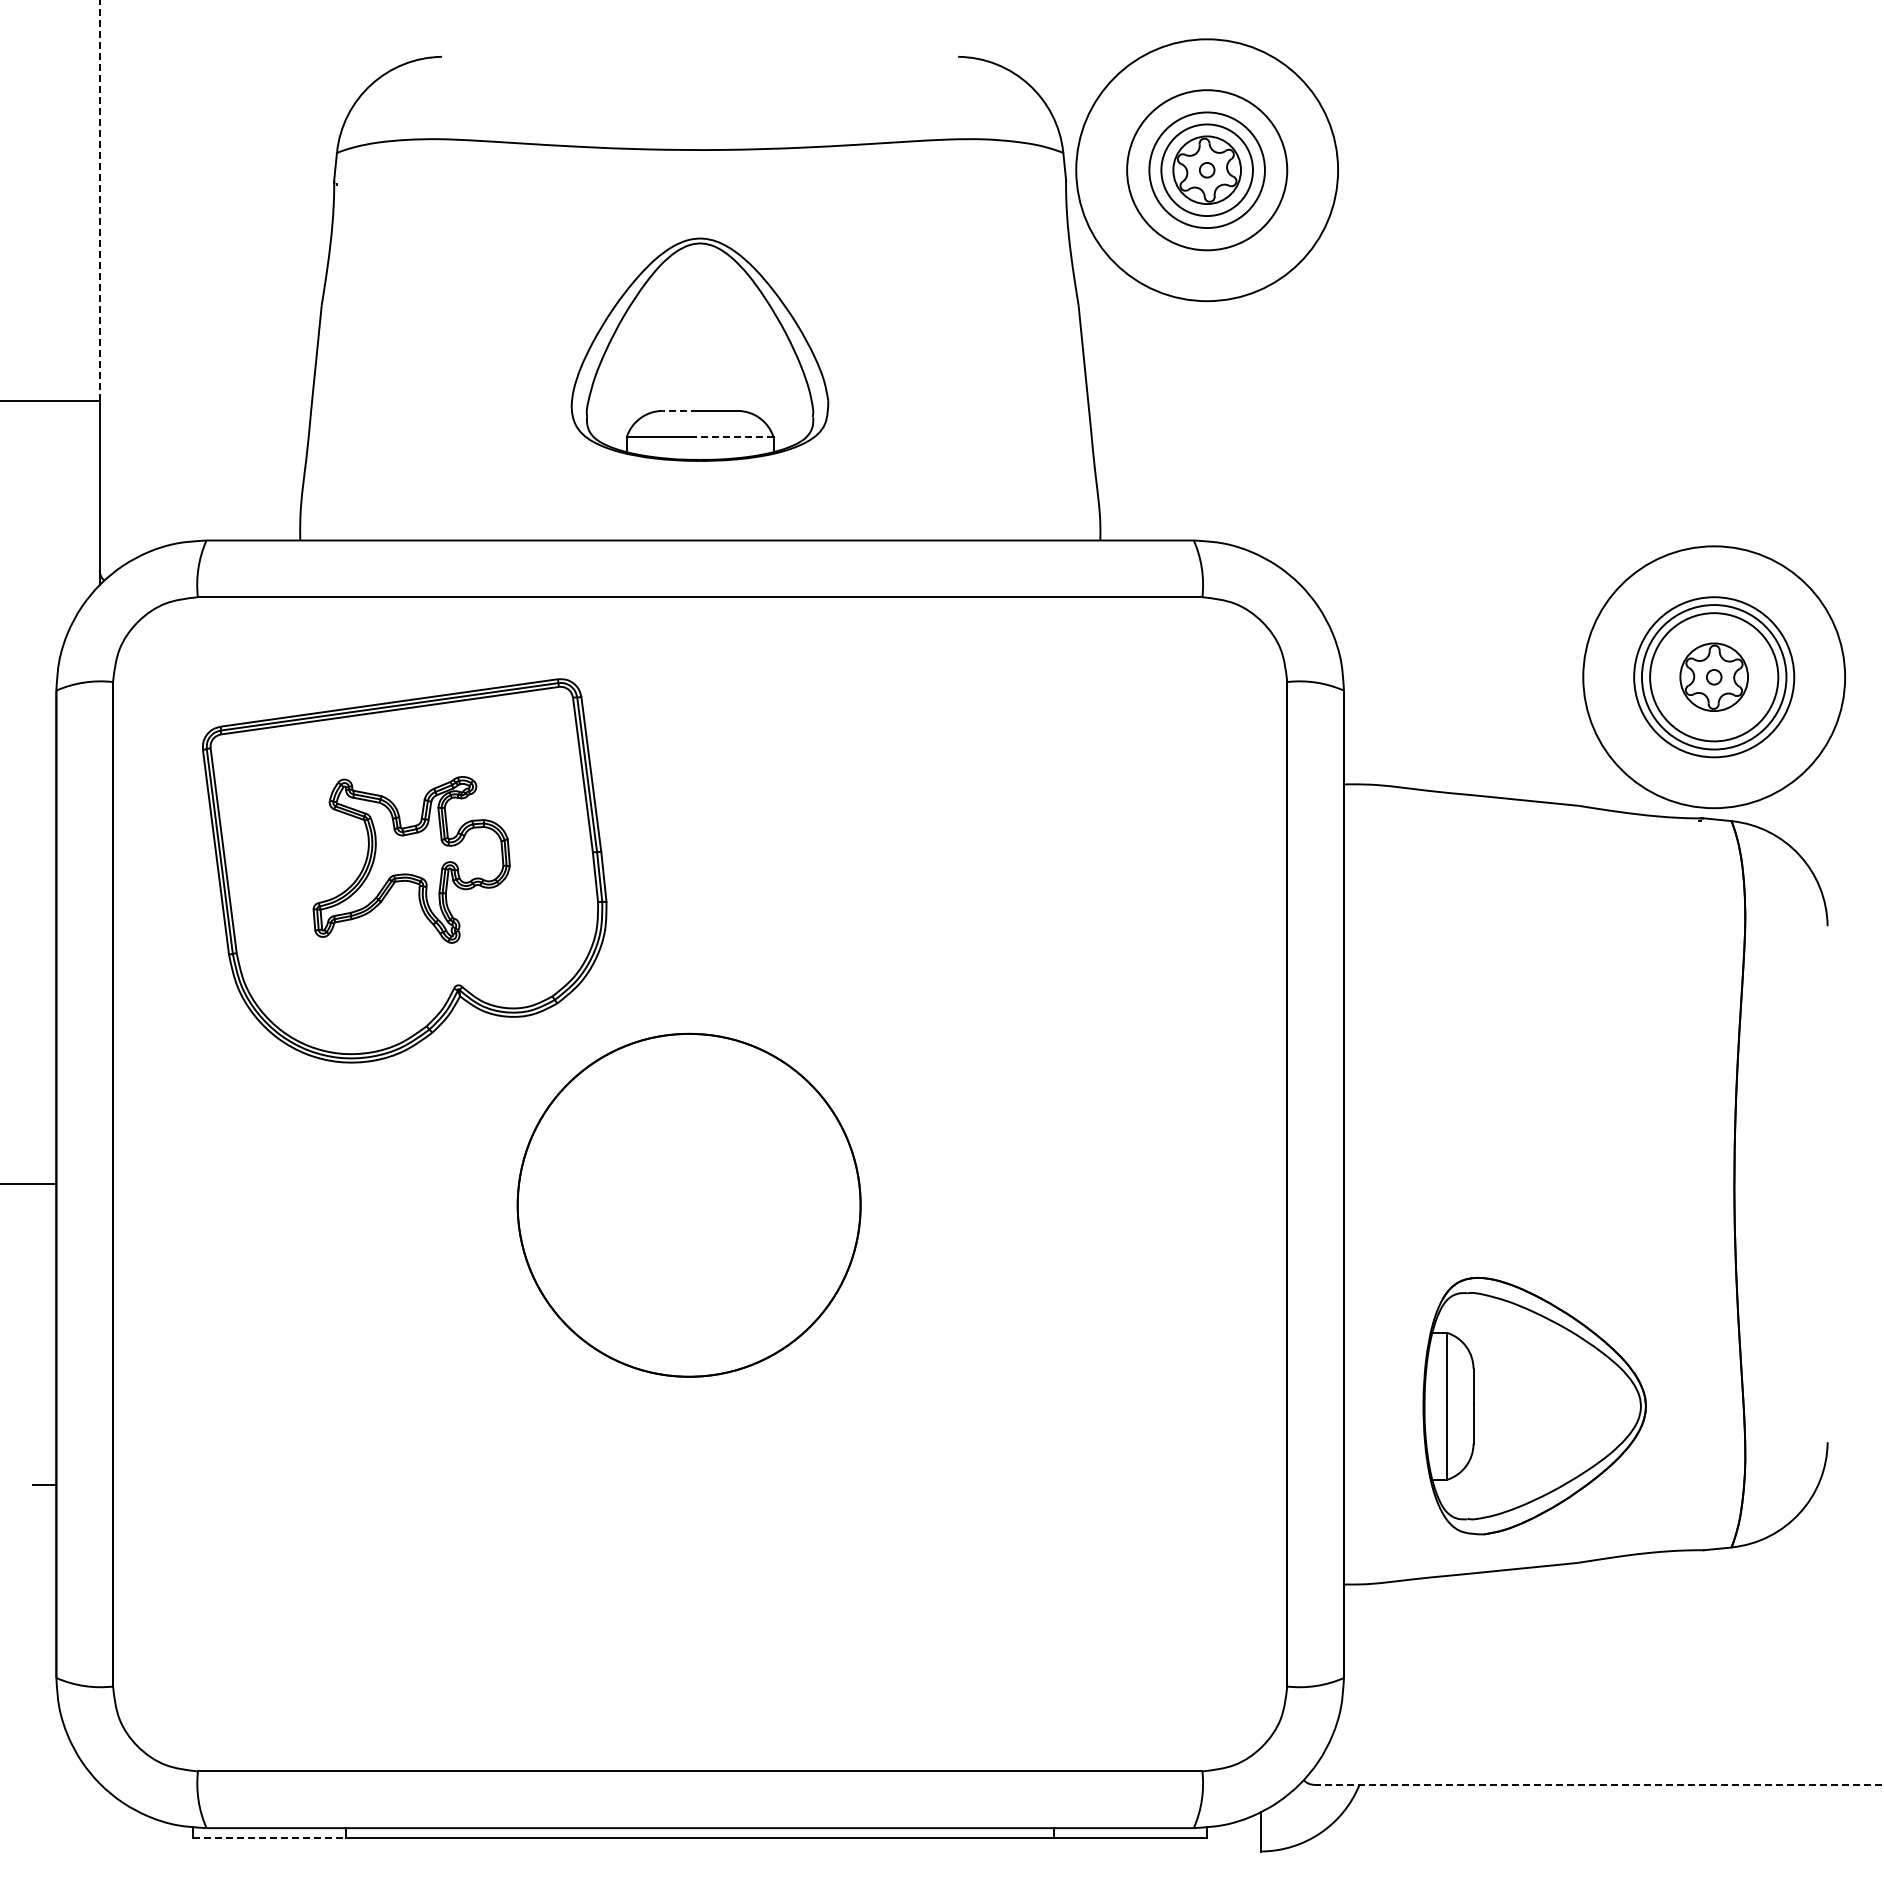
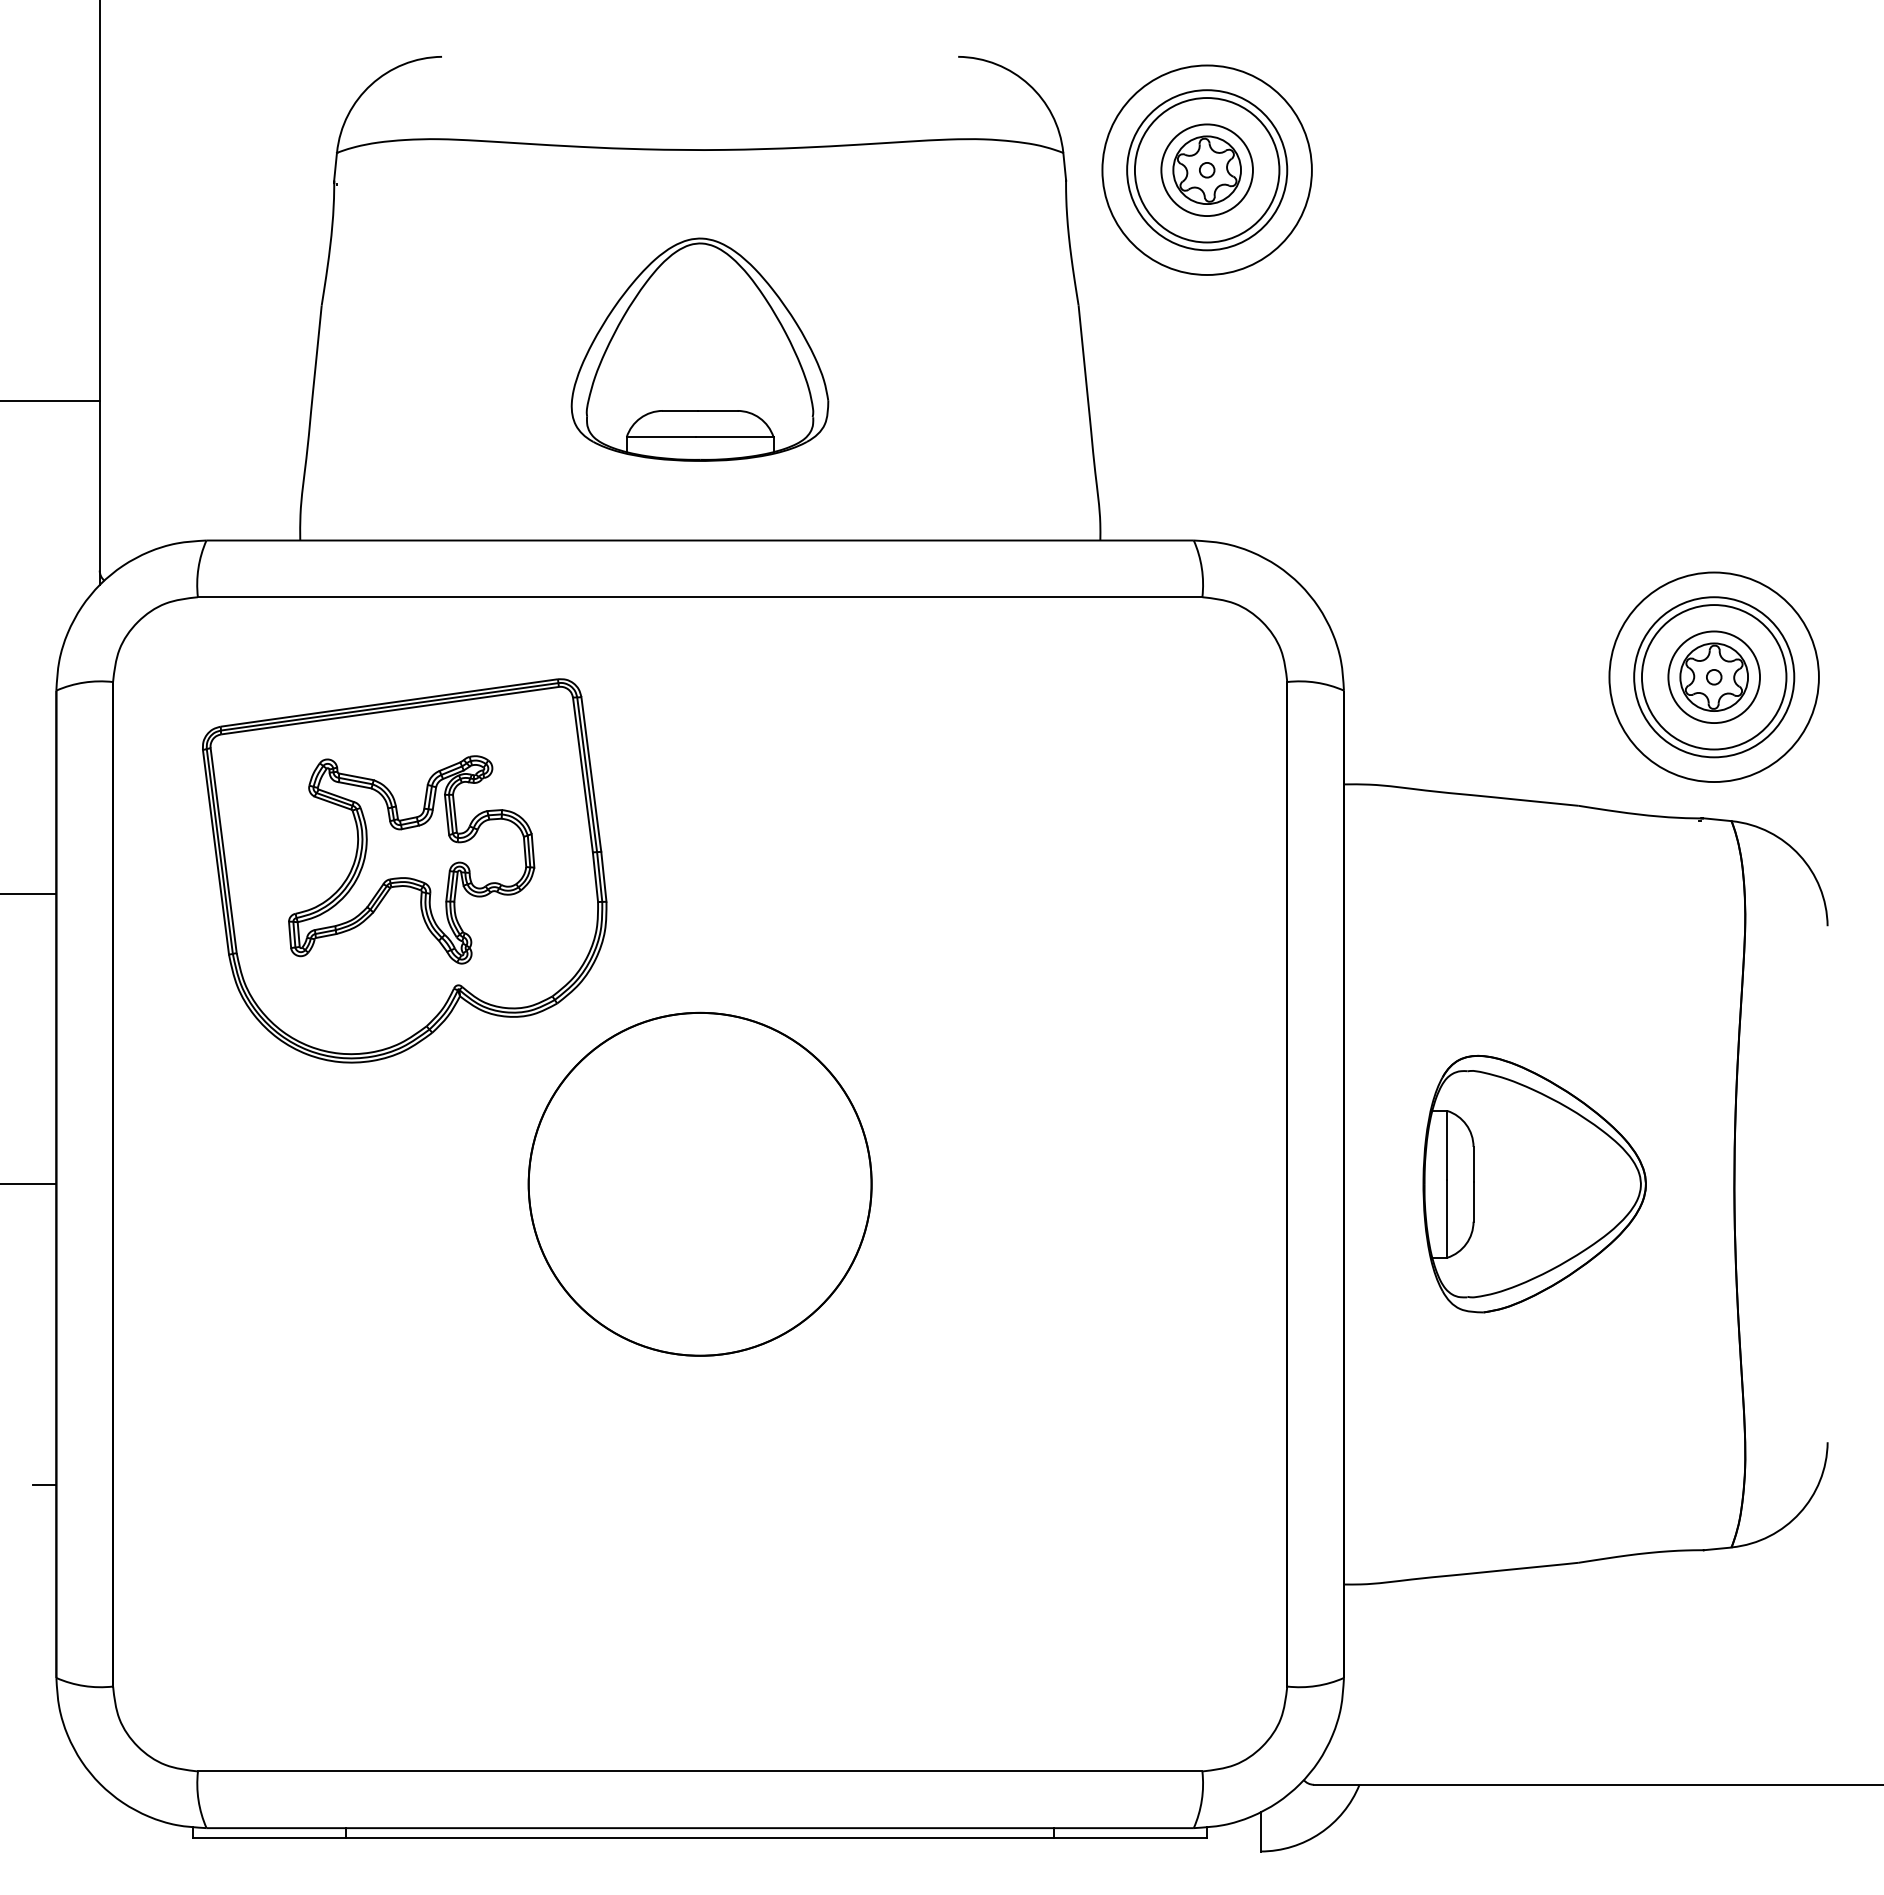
circle at (1206, 170) diameter: 116 px -> 144 px
circle at (1207, 170) diameter: 262 px -> 209 px
line at (99, 200): dashed -> solid
line at (679, 410): dashed -> solid
line at (734, 437): dashed -> solid
circle at (1714, 677) diameter: 128 px -> 92 px
circle at (1714, 677) diameter: 262 px -> 209 px
part at (411, 859) size: 199x168 px -> 248x210 px
line at (29, 894): none -> present
part at (688, 1204) position: (688, 1204) -> (699, 1183)
part at (1534, 1405) position: (1534, 1405) -> (1534, 1183)
line at (1598, 1784): dashed -> solid
line at (269, 1838): dashed -> solid
